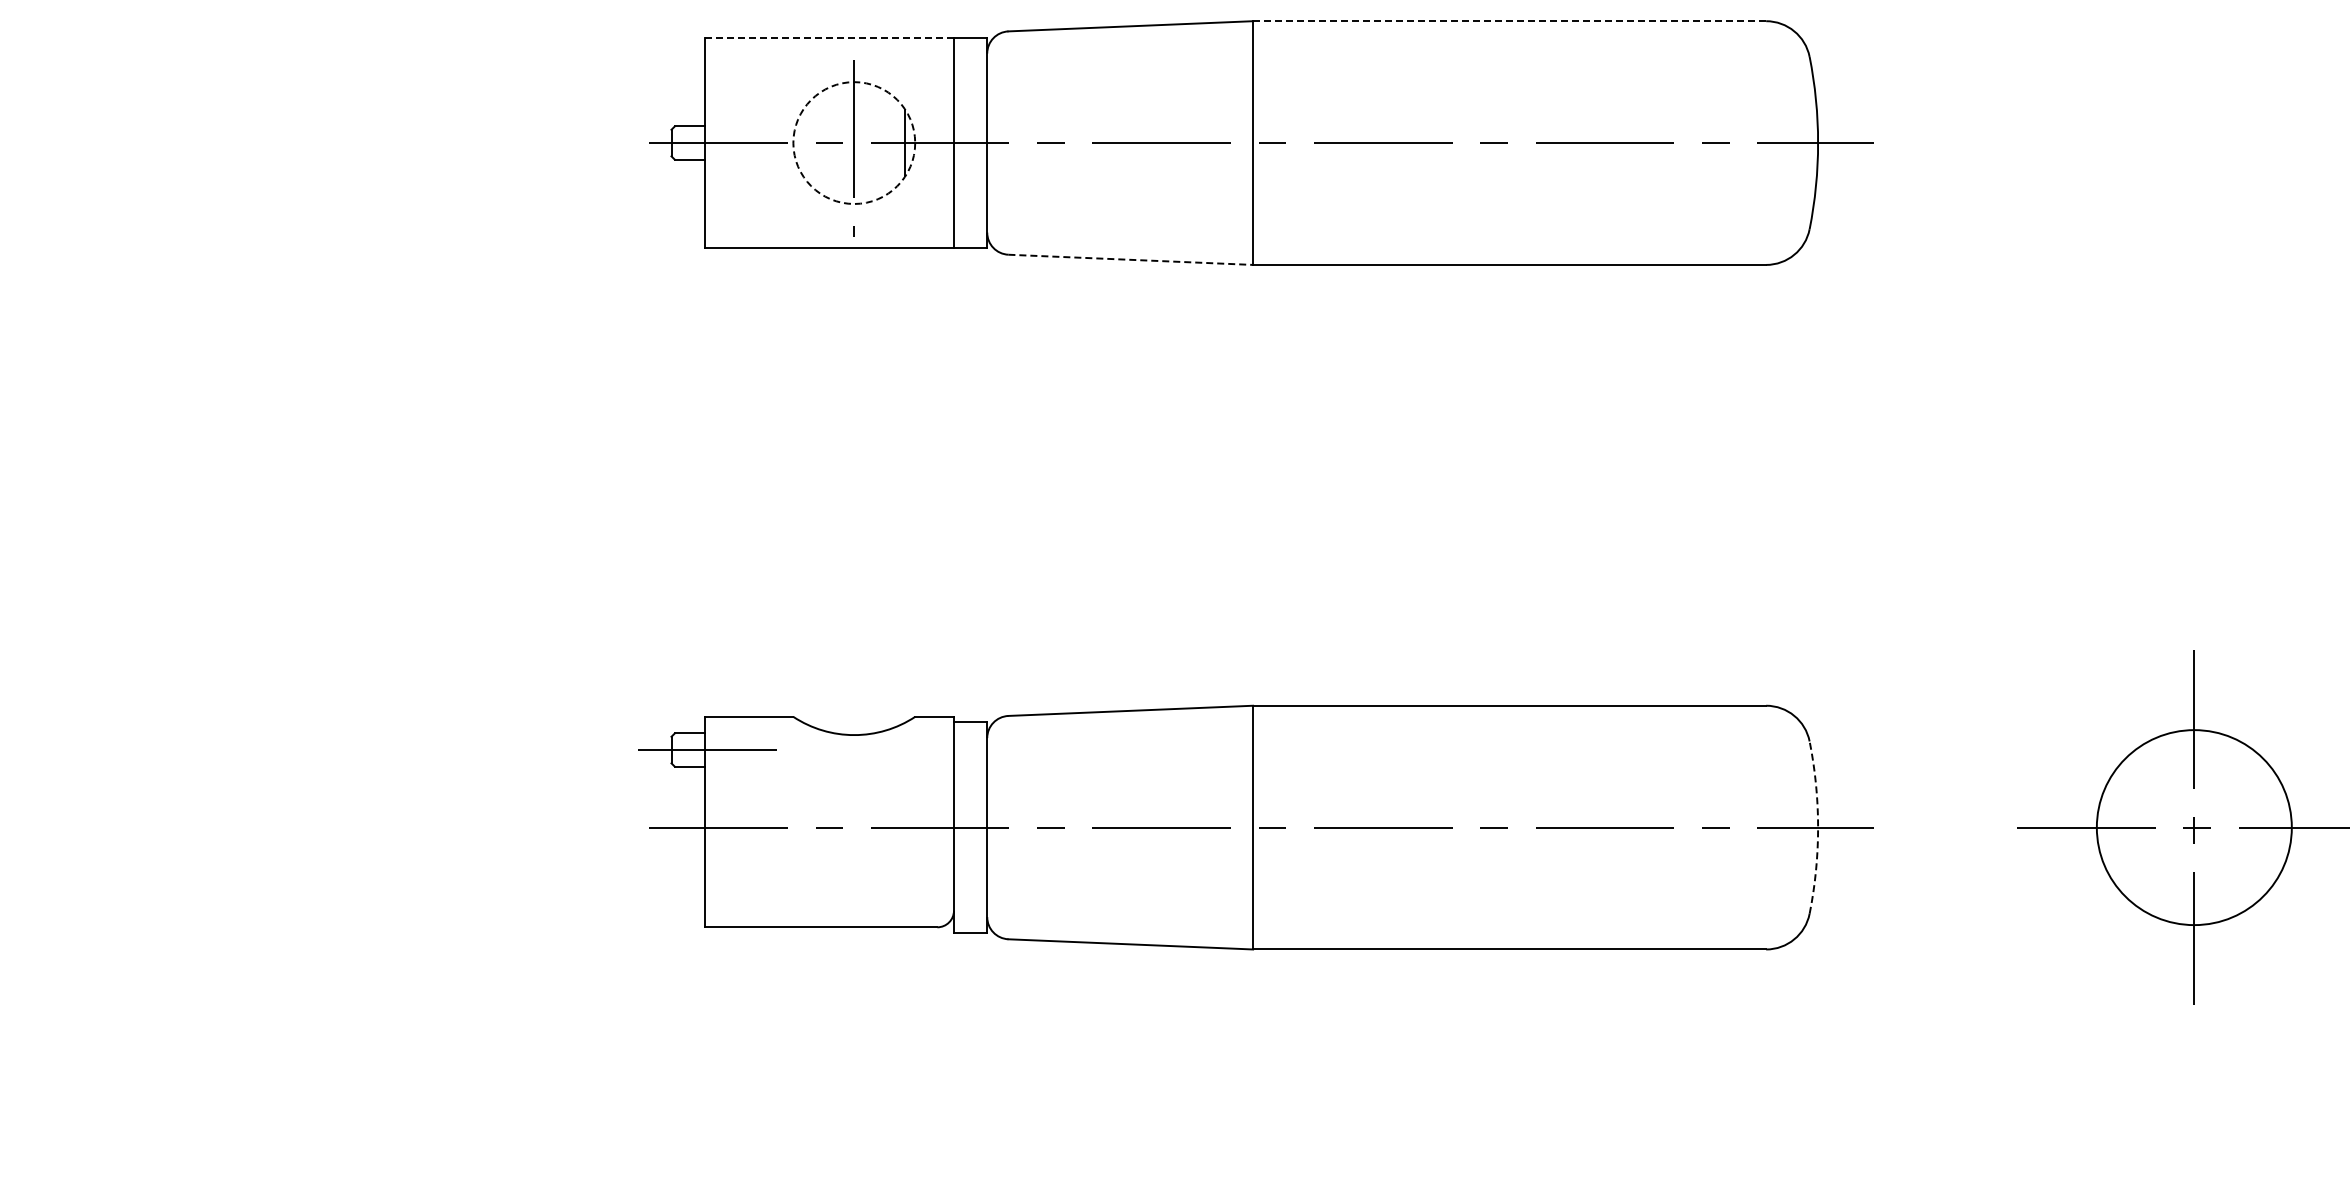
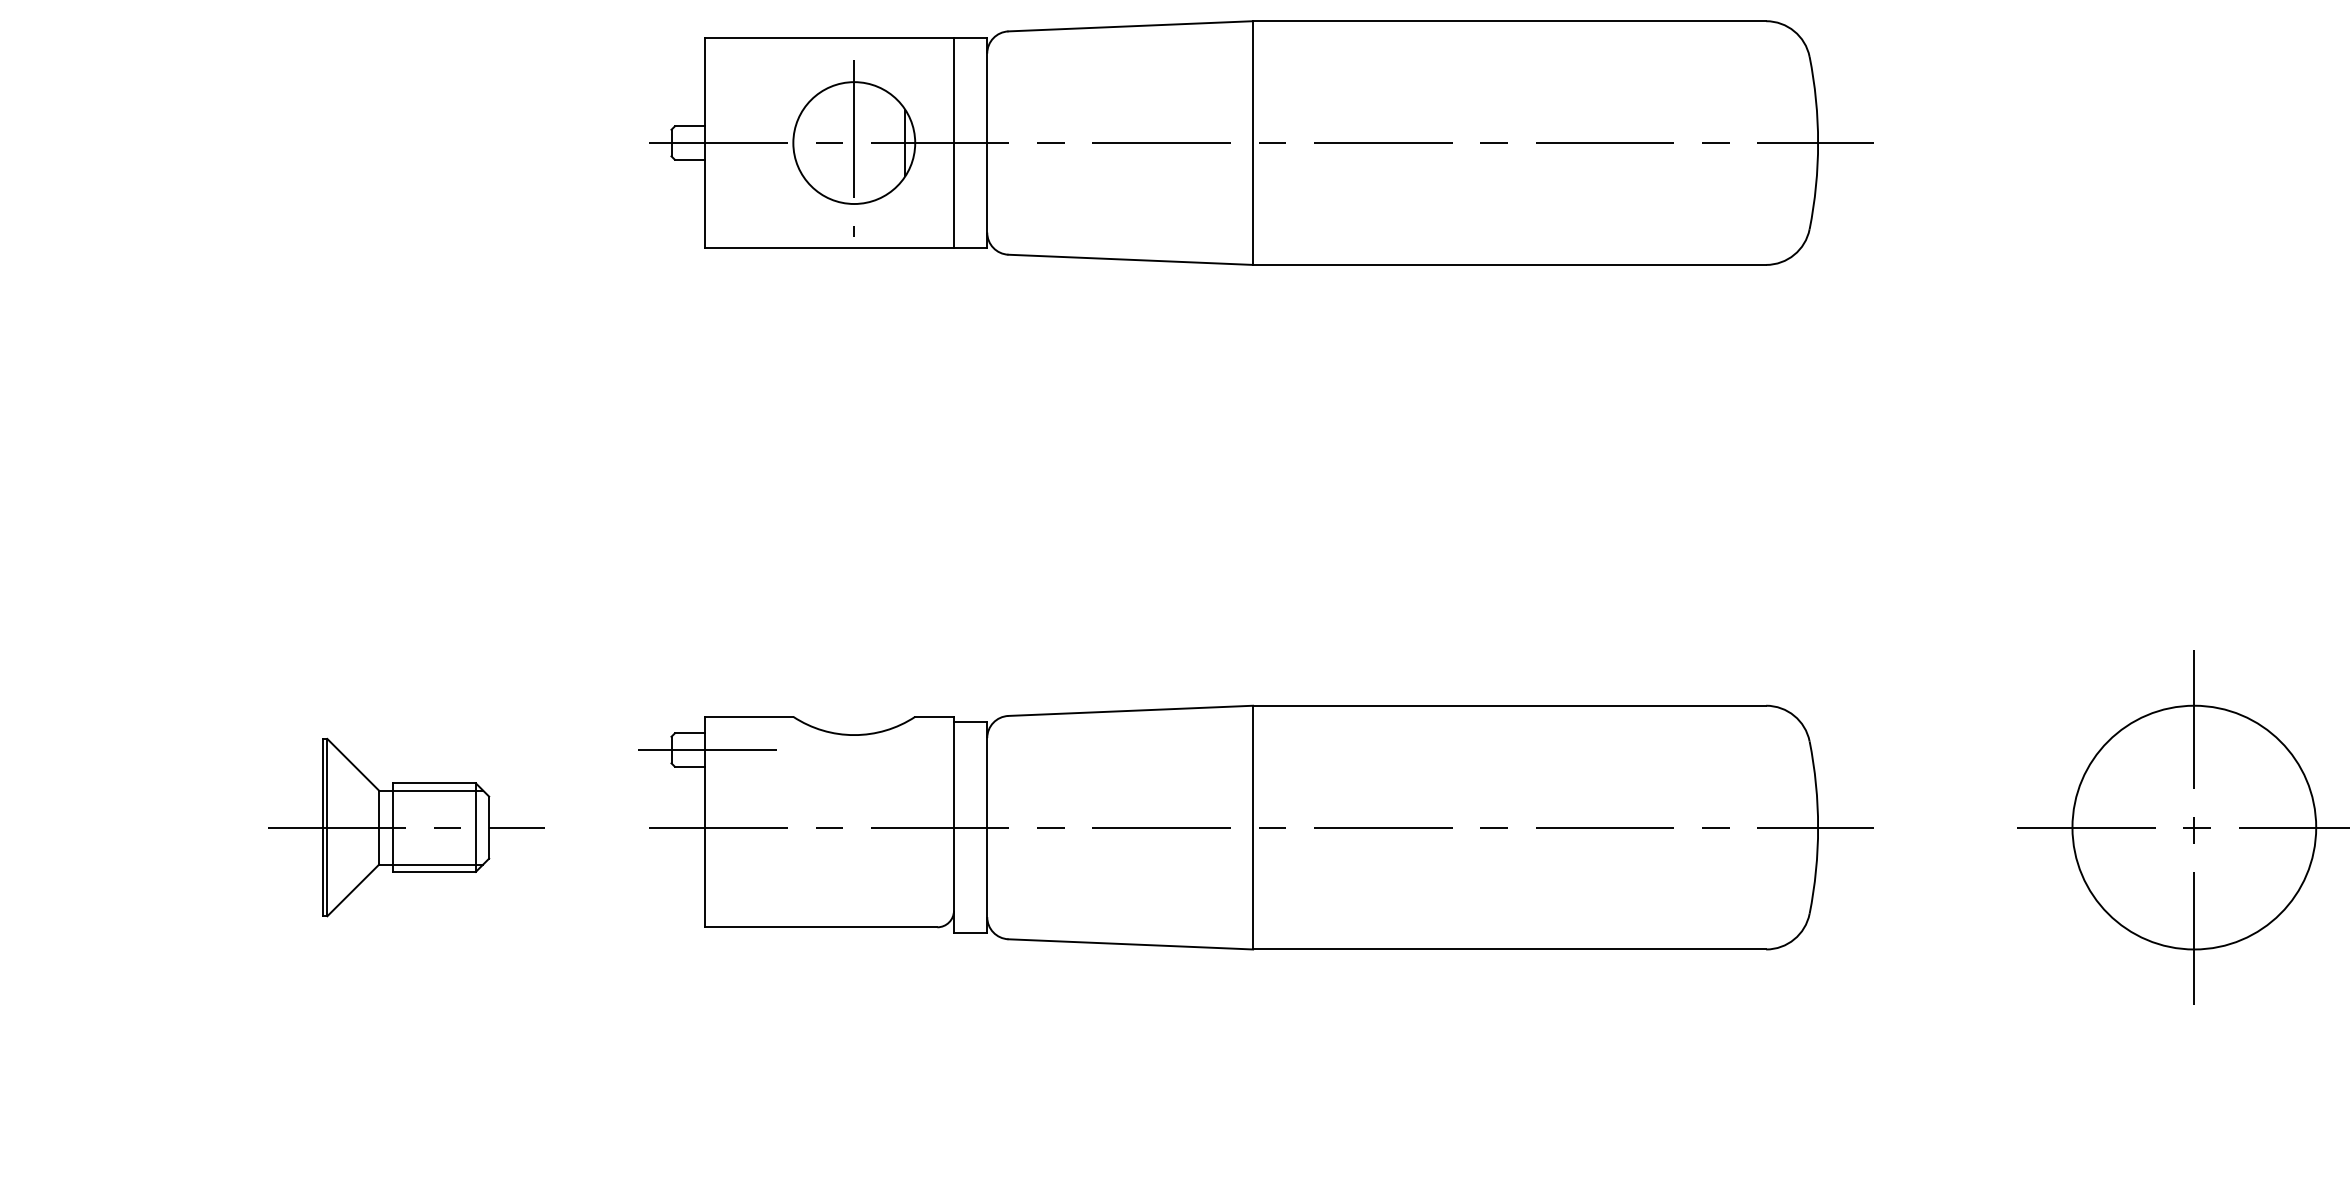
line at (1509, 21): dashed -> solid
line at (829, 37): dashed -> solid
circle at (854, 143): dashed -> solid
line at (1131, 259): dashed -> solid
part at (406, 827): none -> present
arc at (1818, 827): dashed -> solid
circle at (2193, 827) diameter: 195 px -> 244 px
